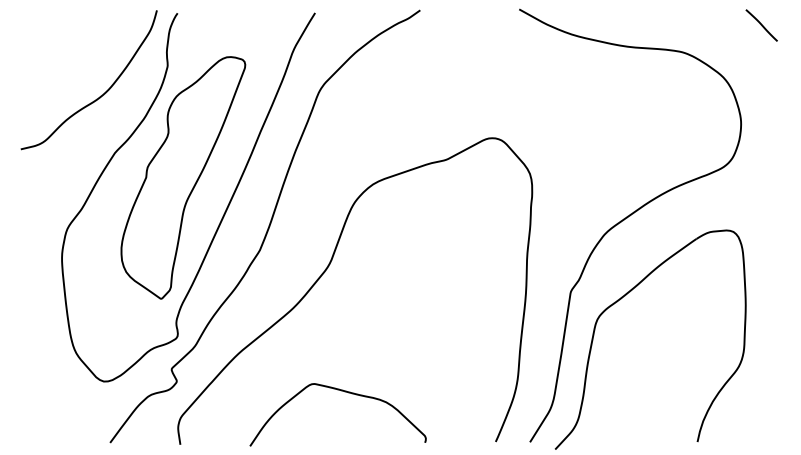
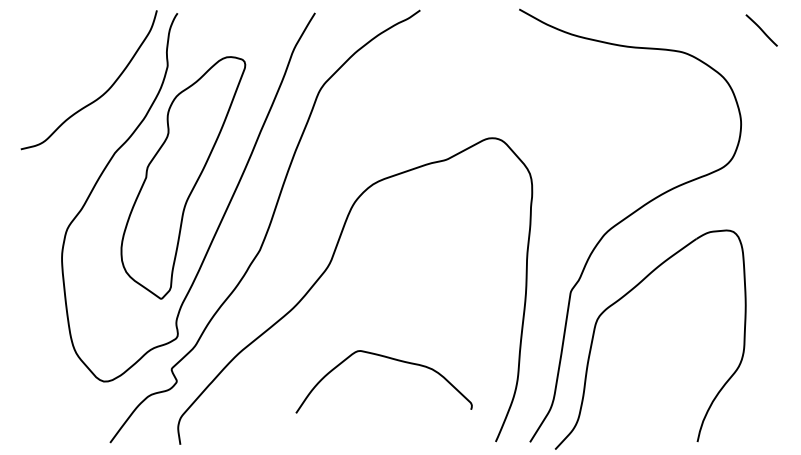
line at (761, 25) position: (761, 25) -> (761, 30)
curve at (344, 392) position: (344, 392) -> (390, 359)
